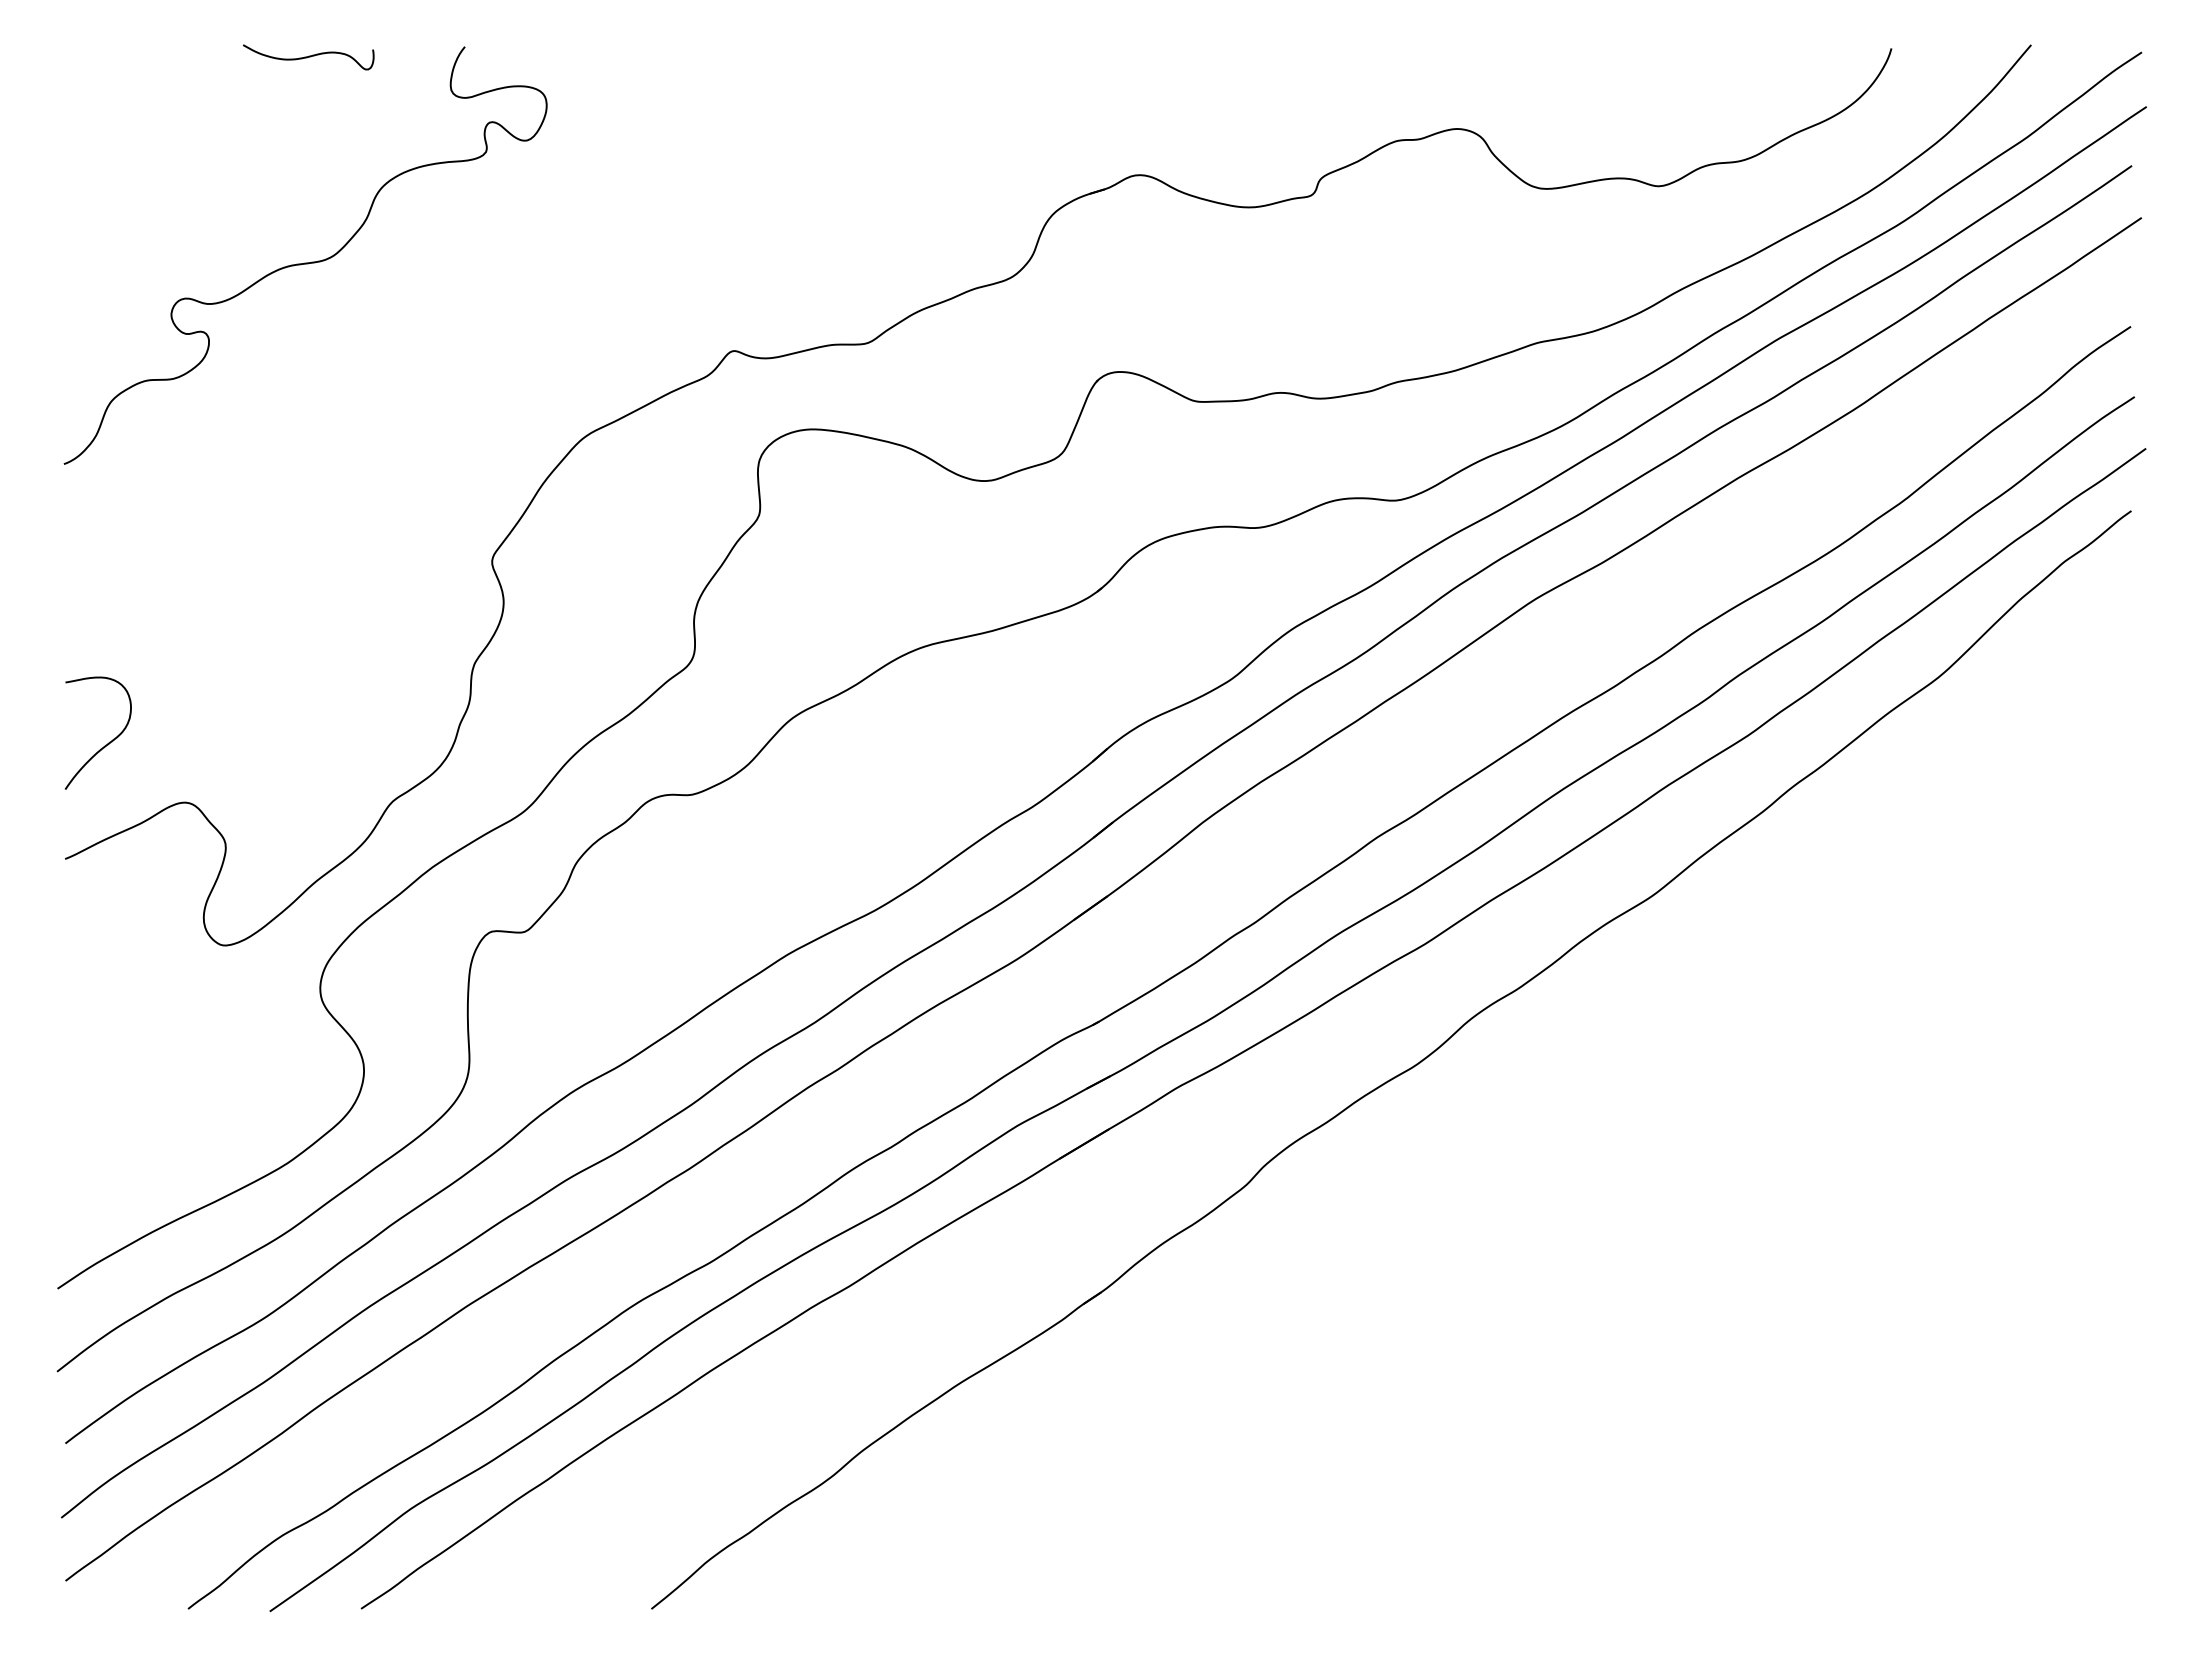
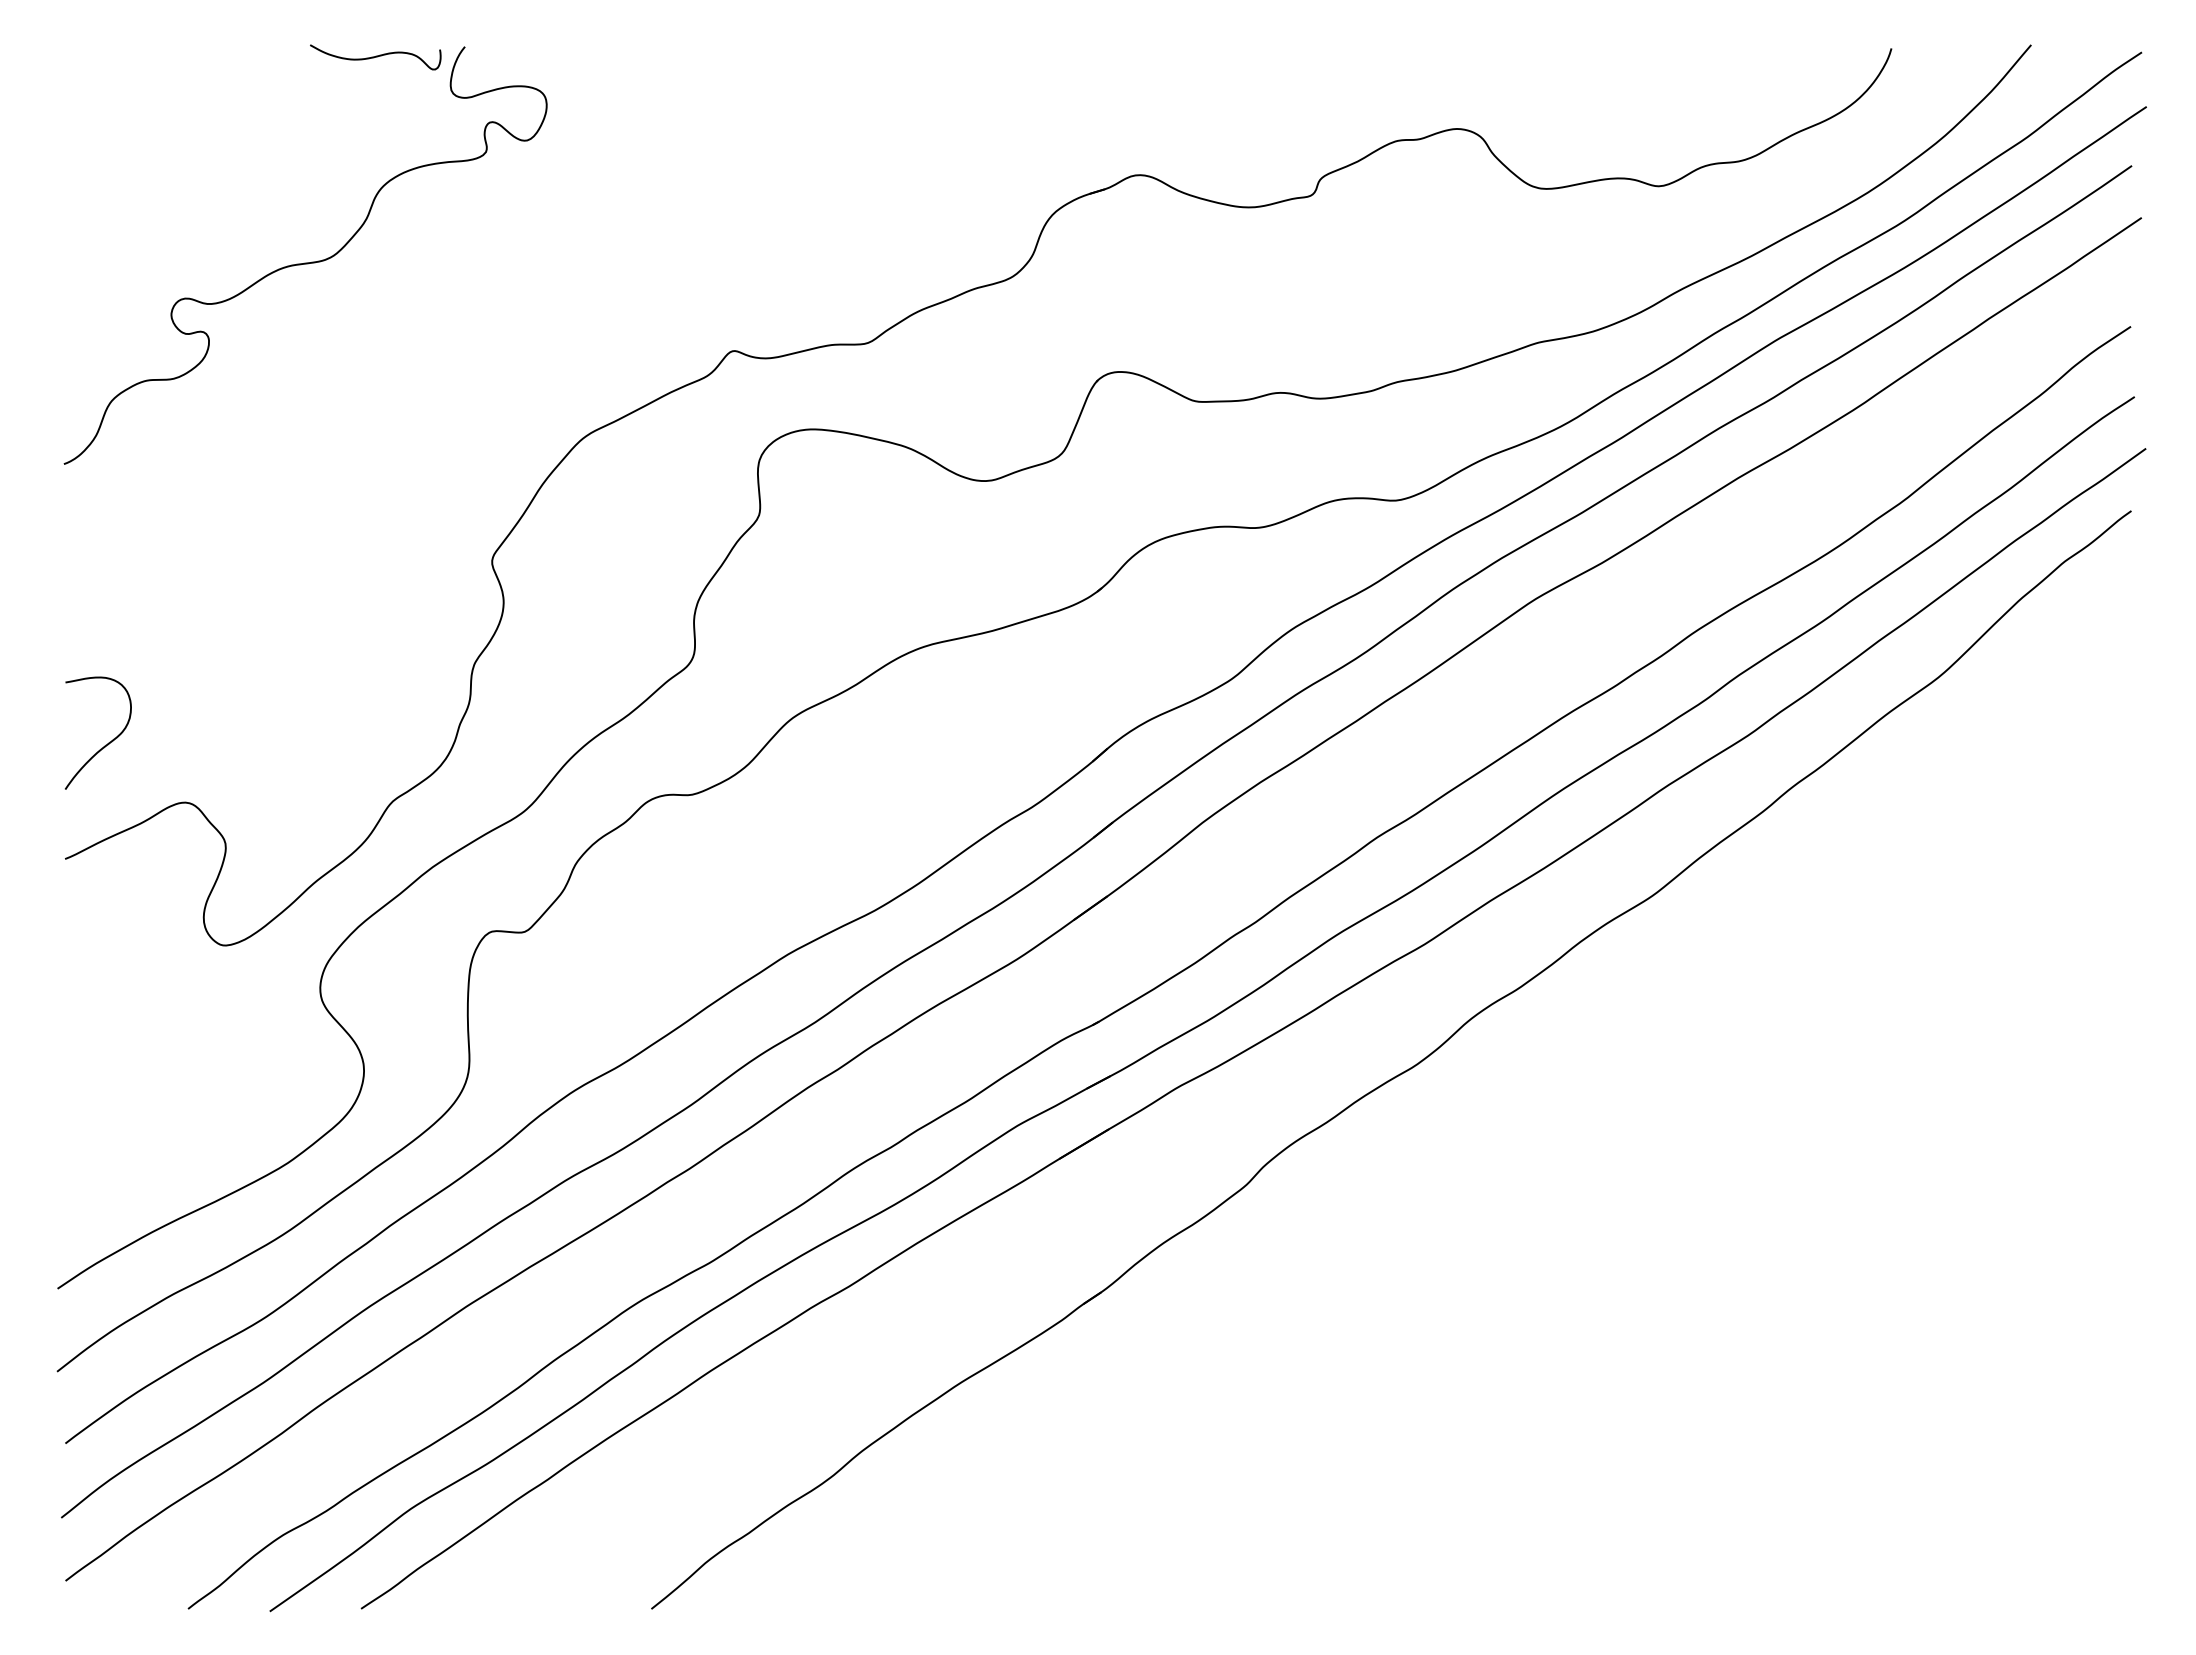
curve at (308, 57) position: (308, 57) -> (375, 57)
